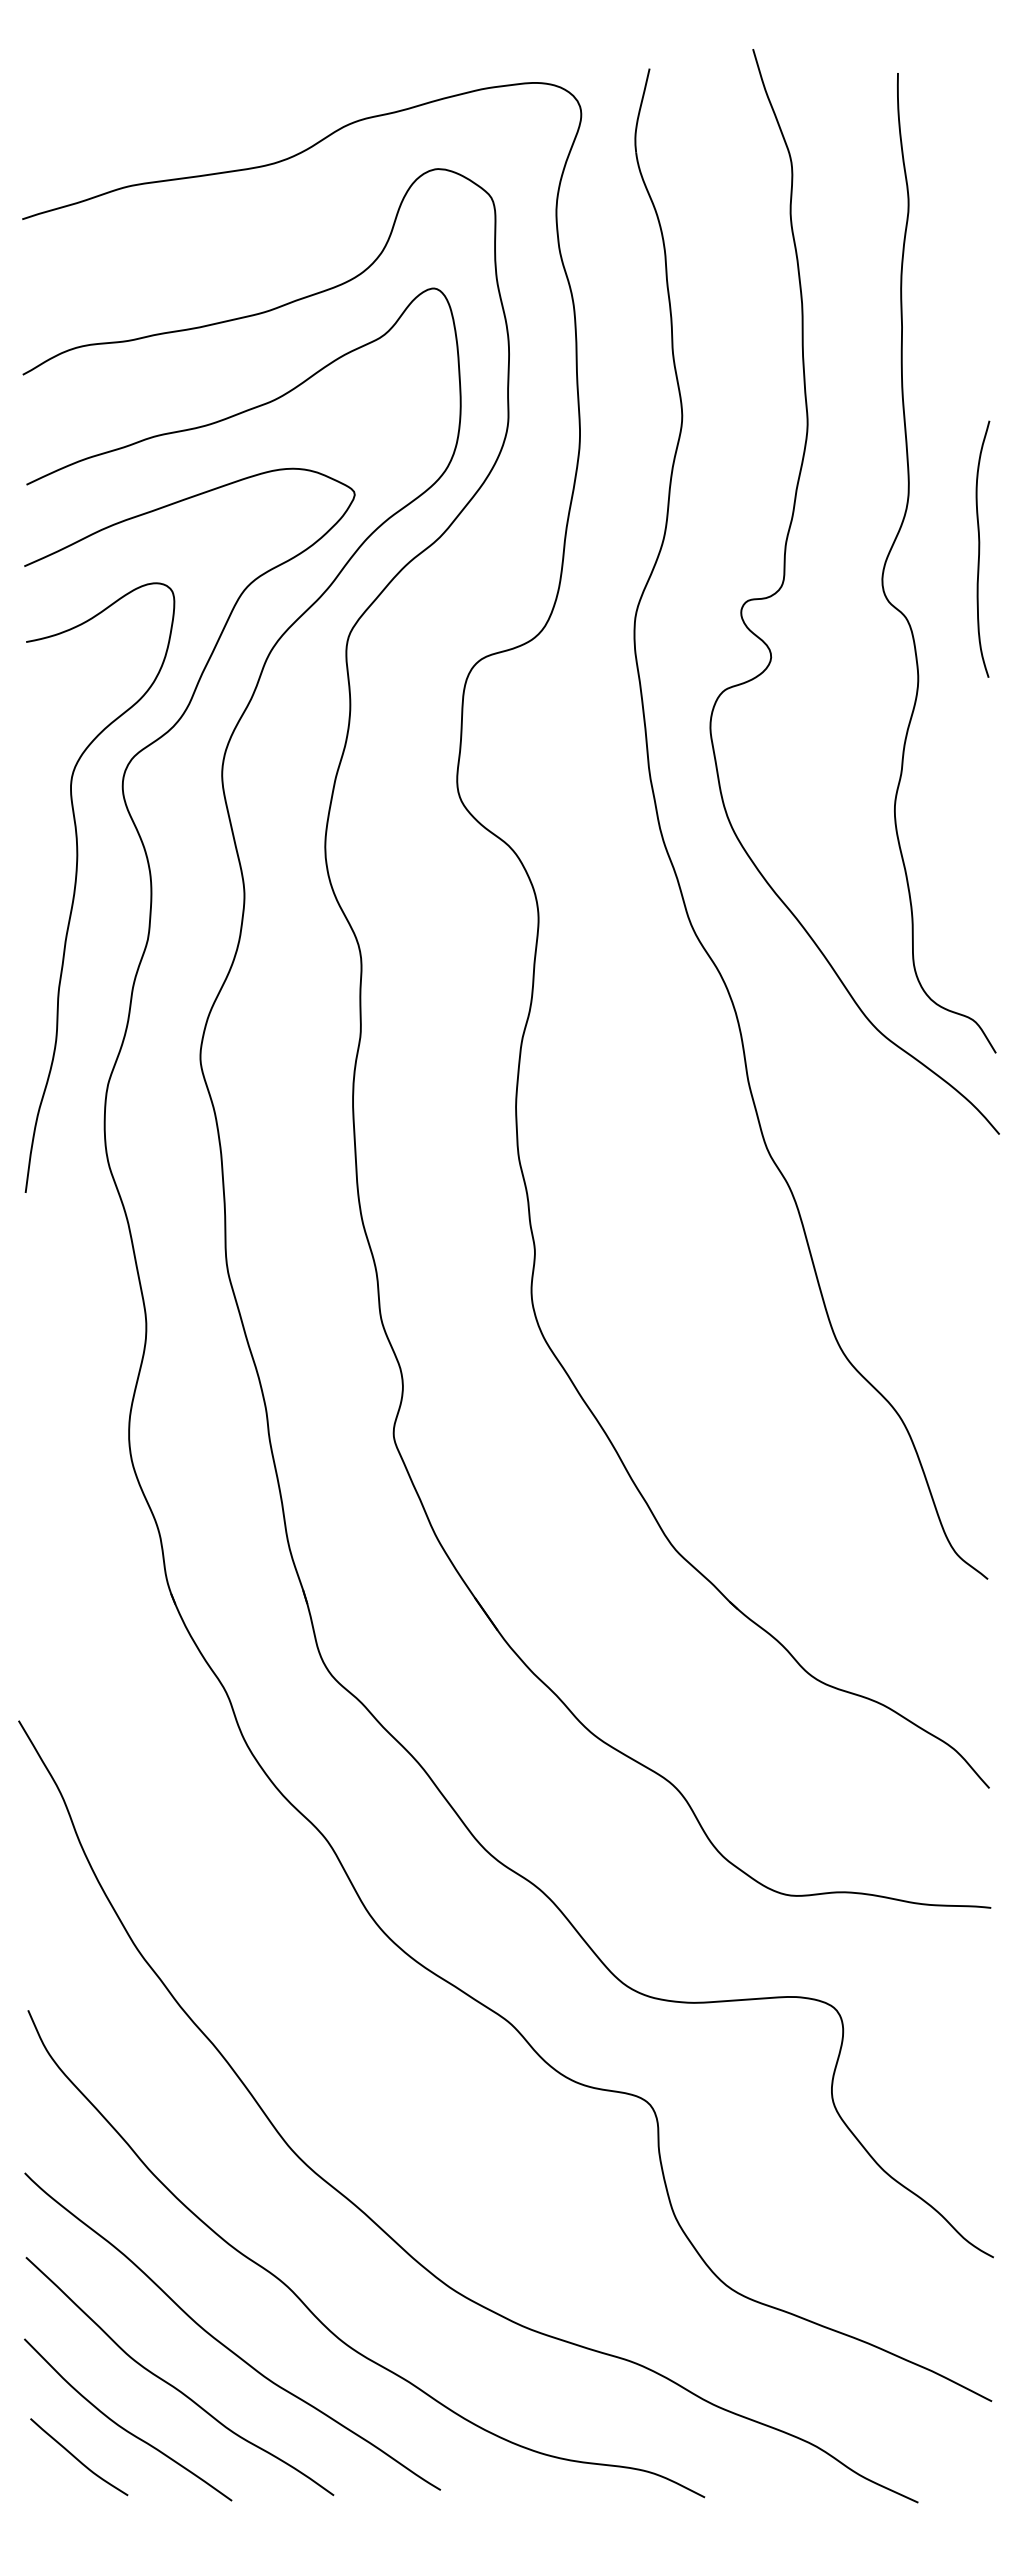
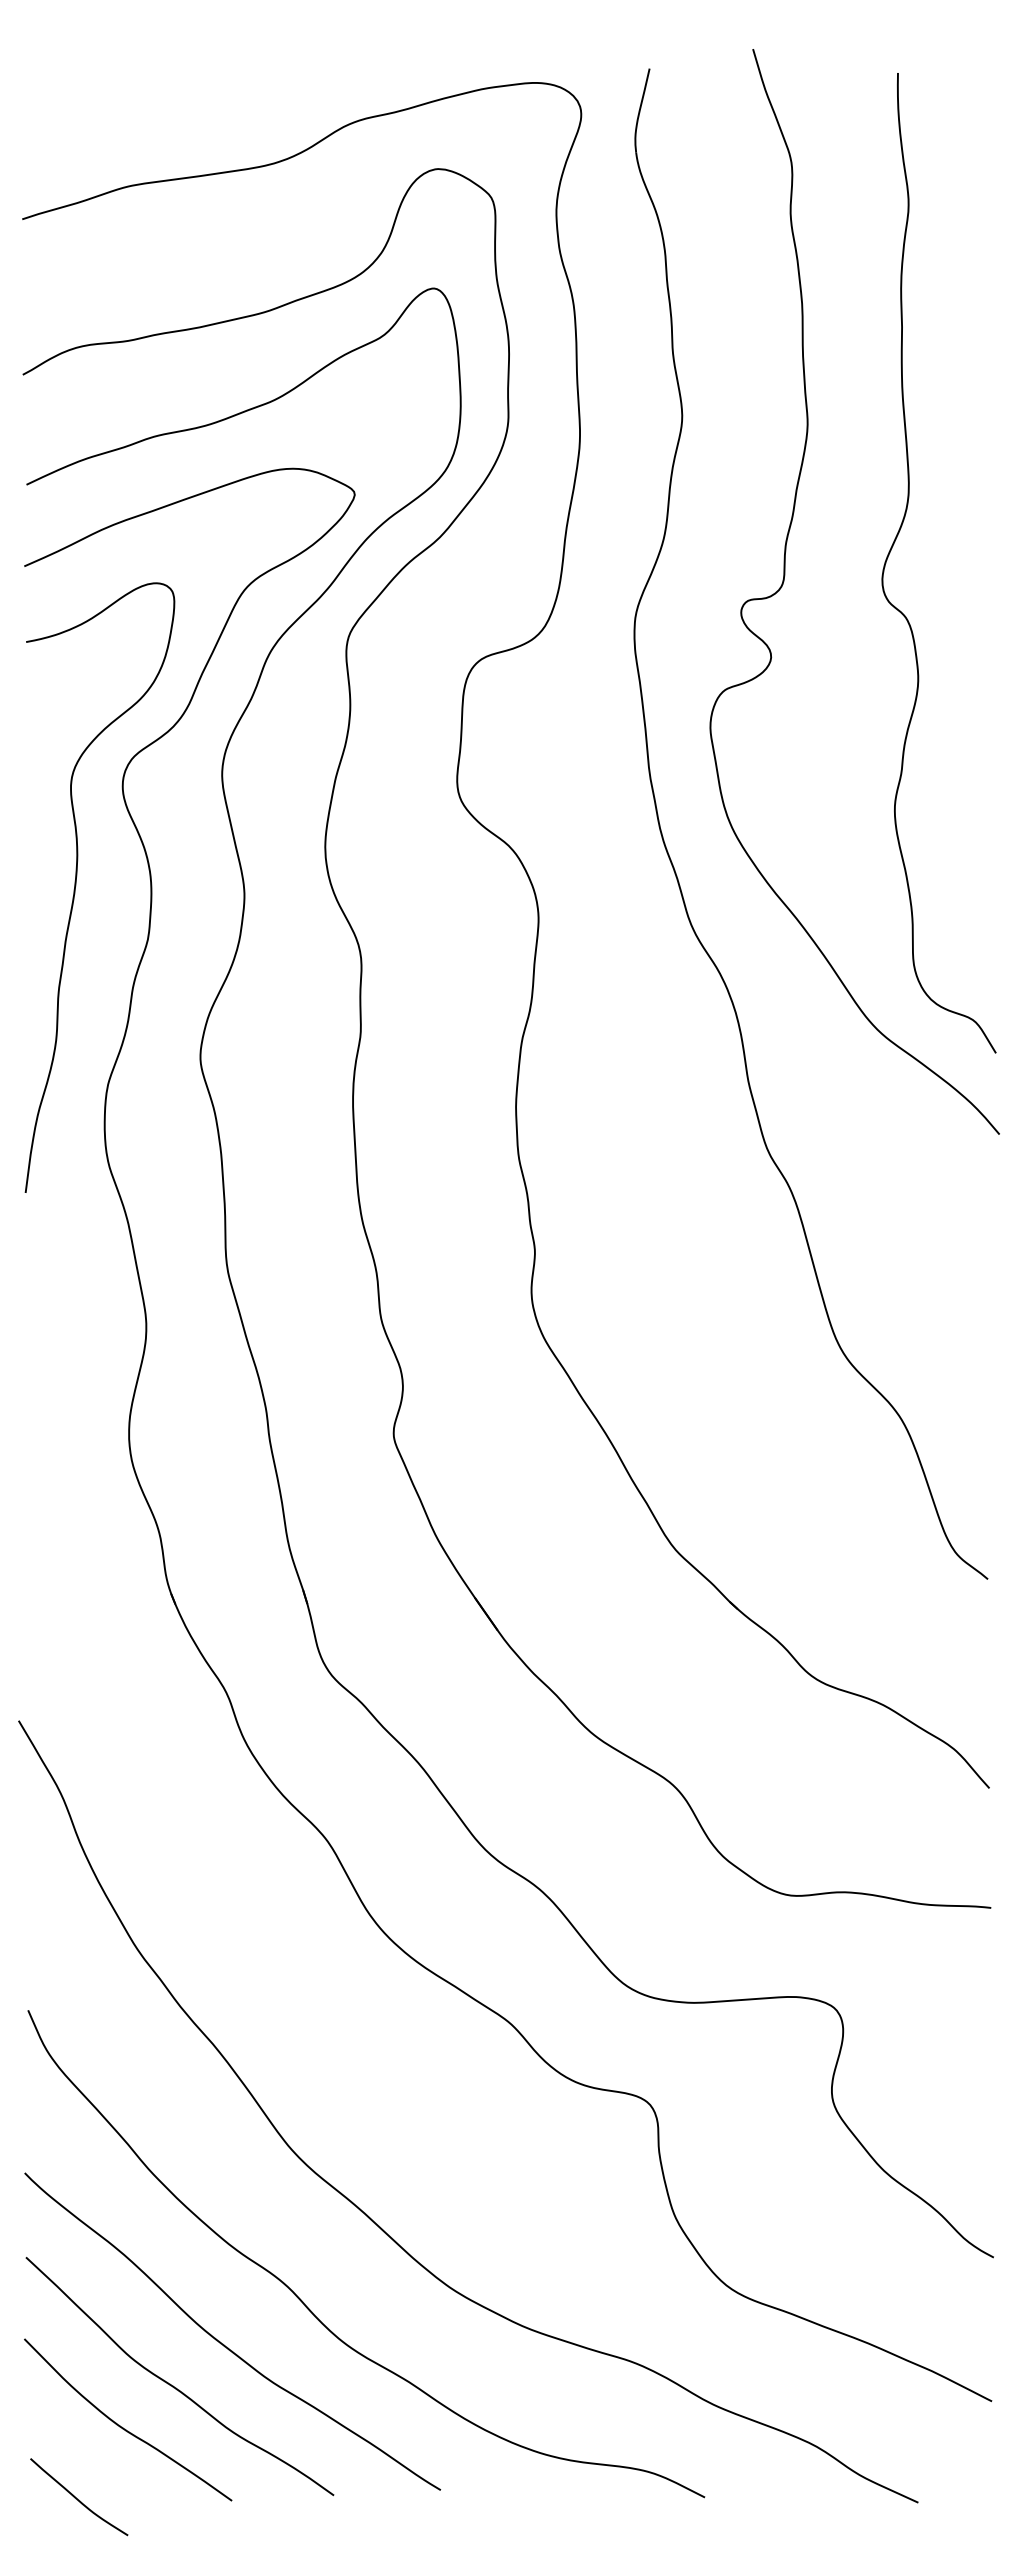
curve at (980, 548): present -> none
curve at (77, 2458) position: (77, 2458) -> (77, 2498)
